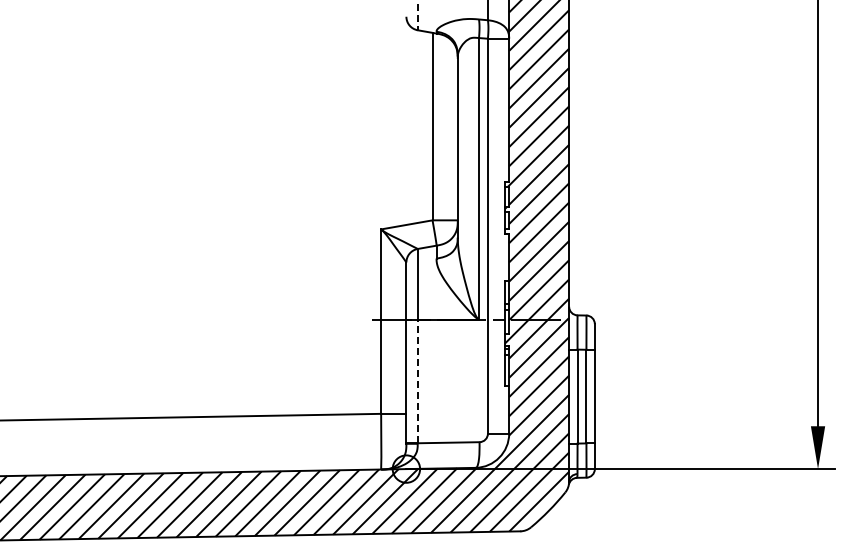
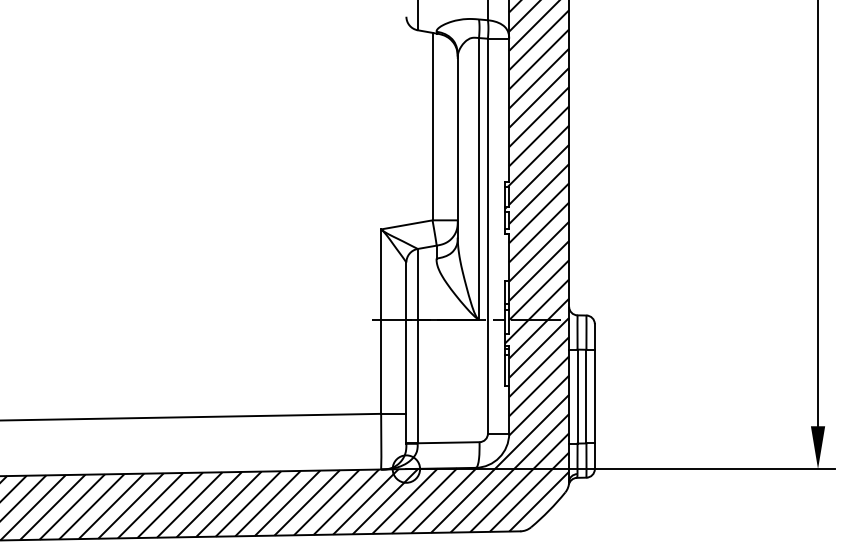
line at (417, 15): dashed -> solid
line at (417, 381): dashed -> solid
